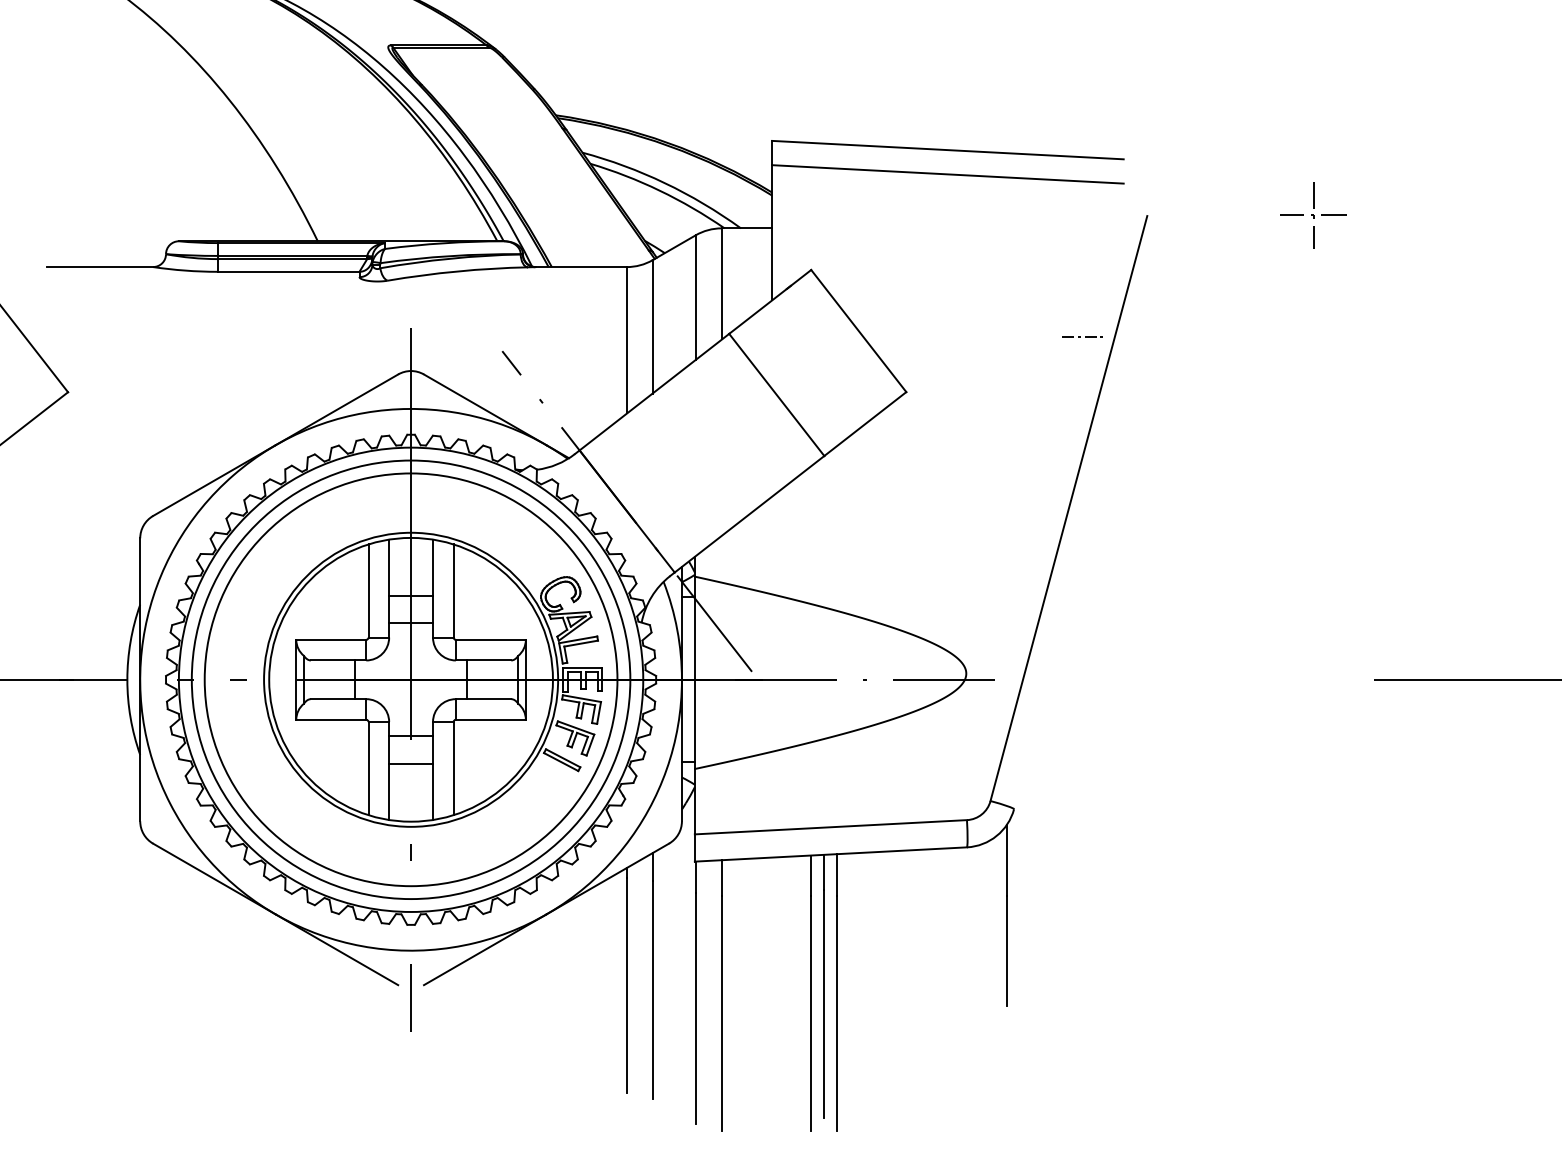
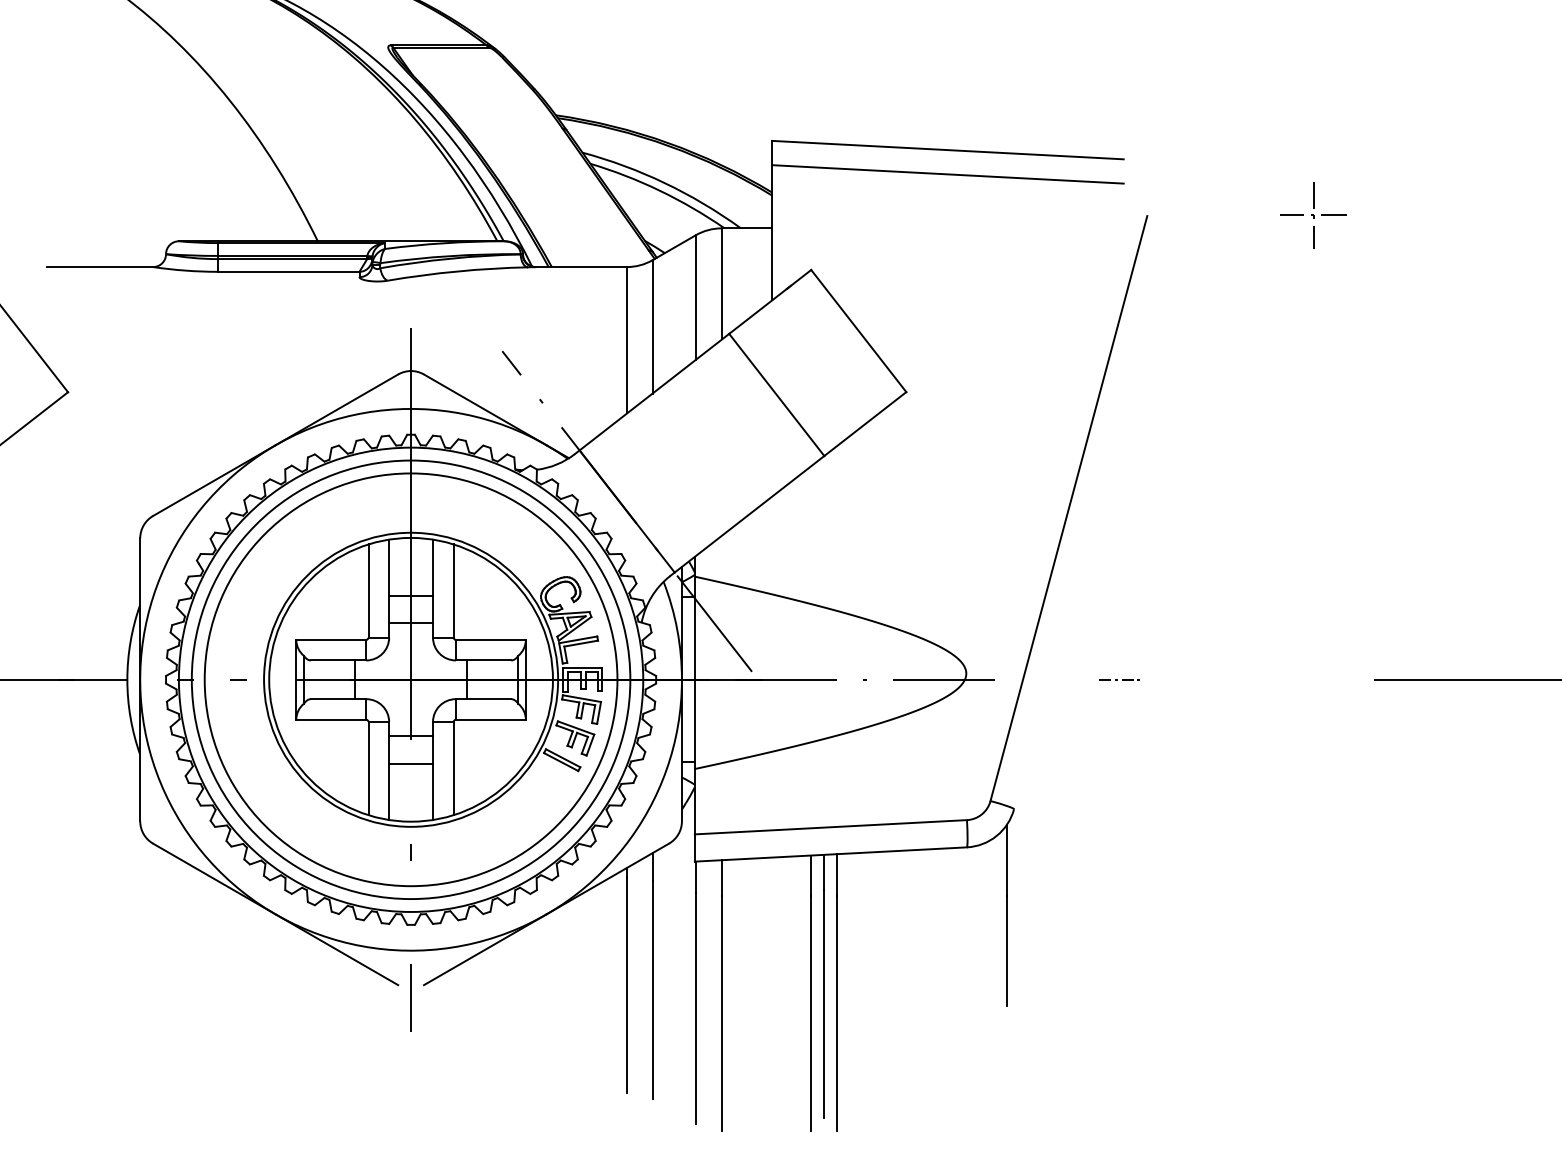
line at (1080, 336) position: (1080, 336) -> (1117, 679)
